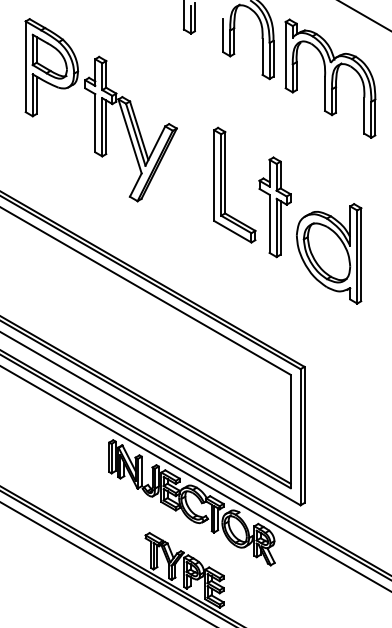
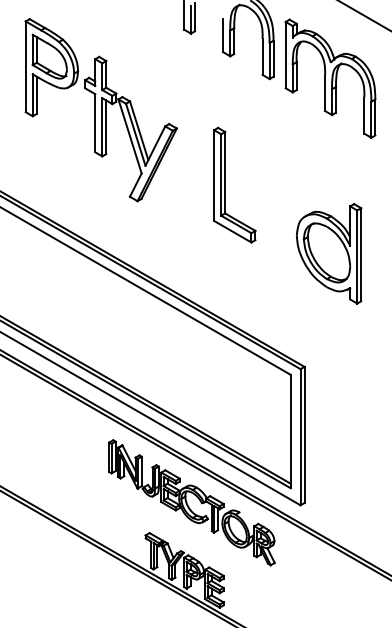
part at (274, 207): present -> none
line at (195, 478): present -> none
line at (107, 563): present -> none
